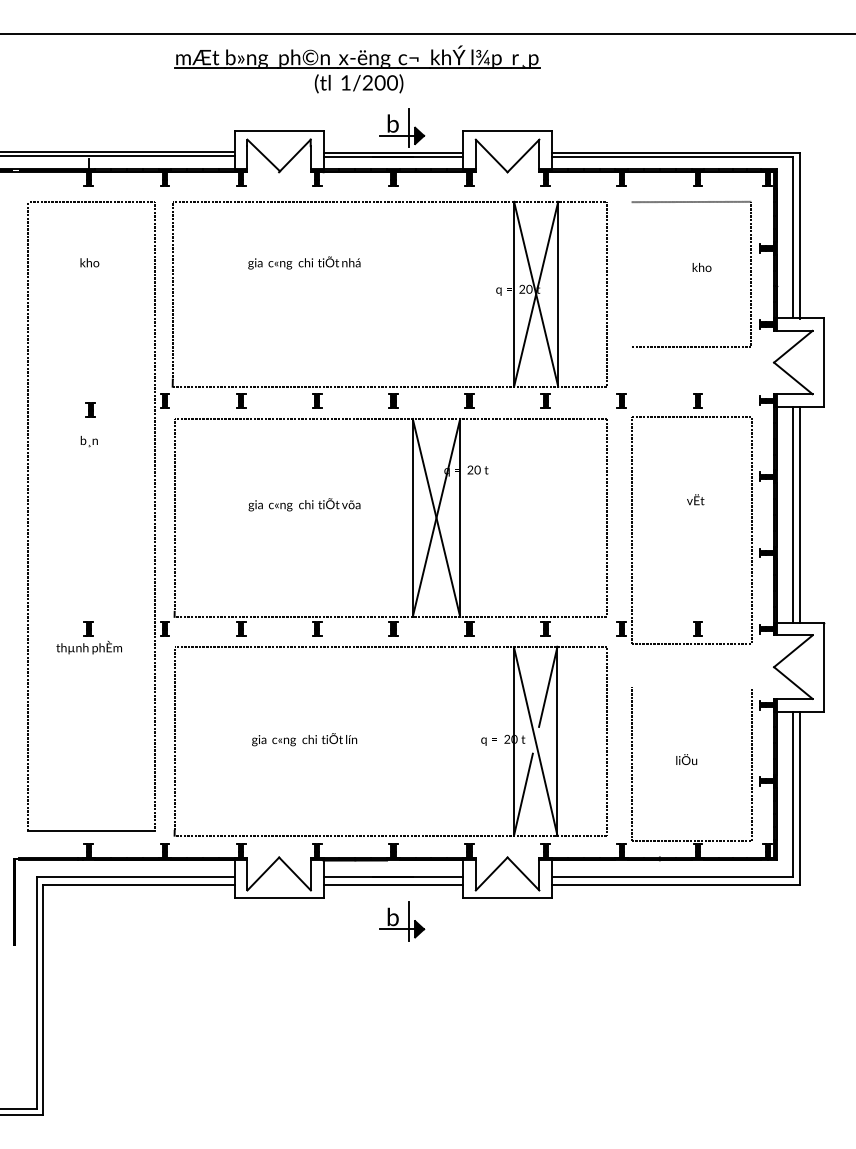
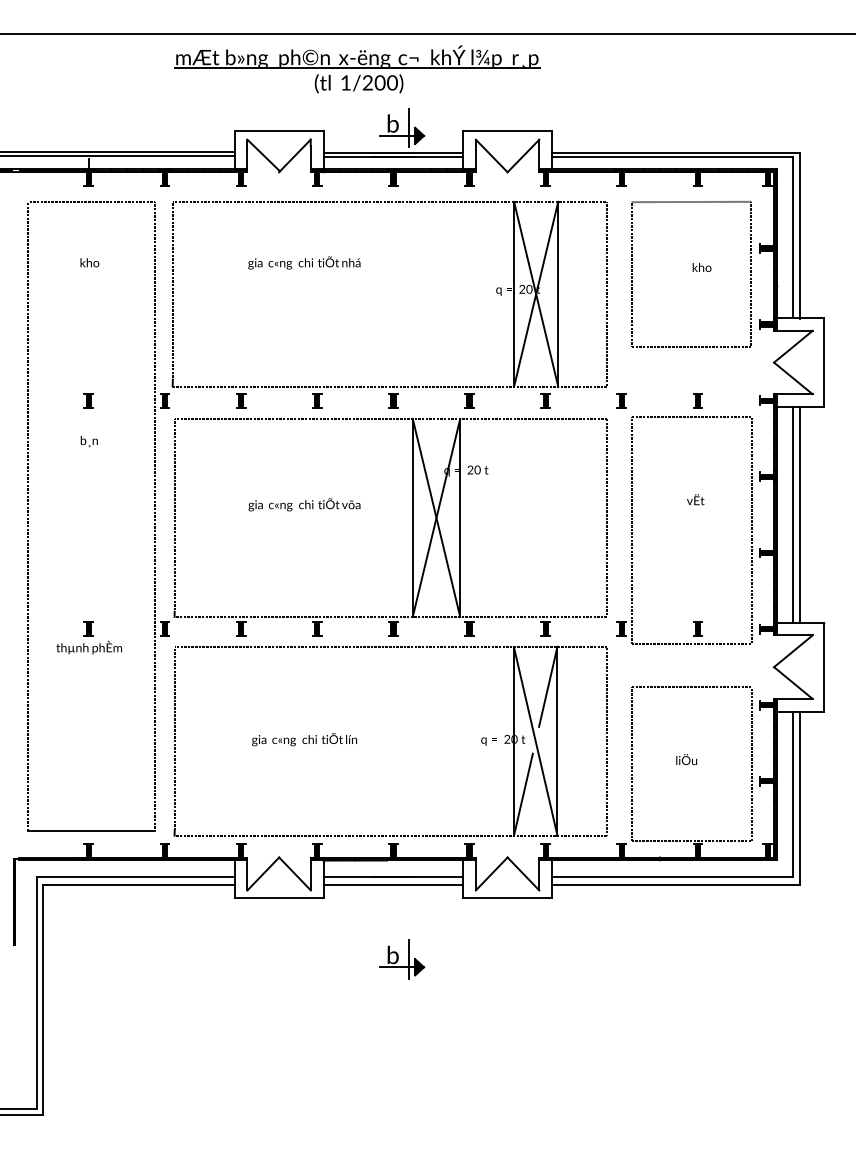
line at (631, 274): none -> present
part at (90, 409) position: (90, 409) -> (88, 400)
line at (691, 687): none -> present
part at (402, 921) position: (402, 921) -> (402, 959)
